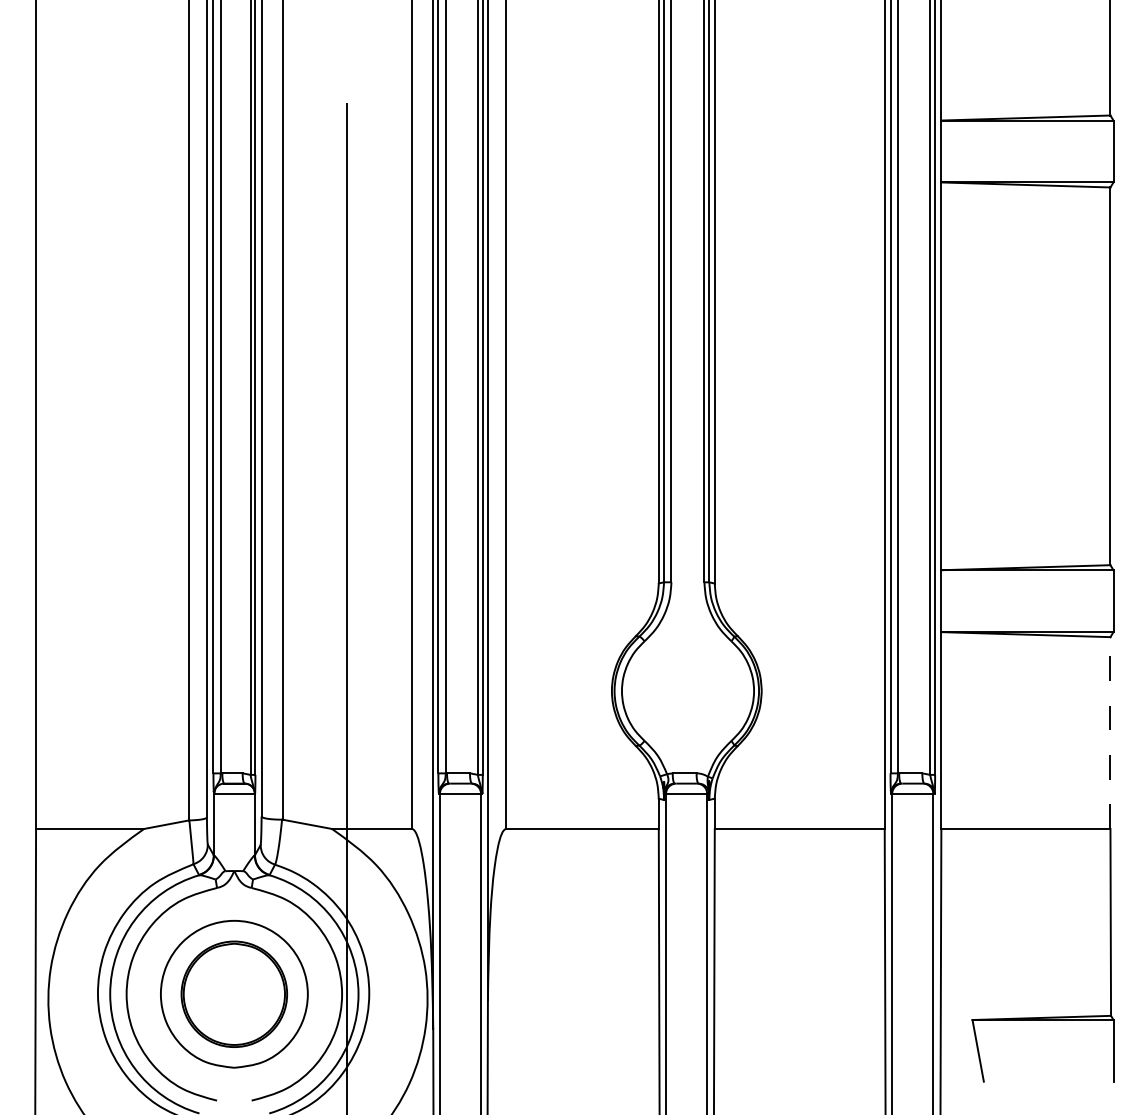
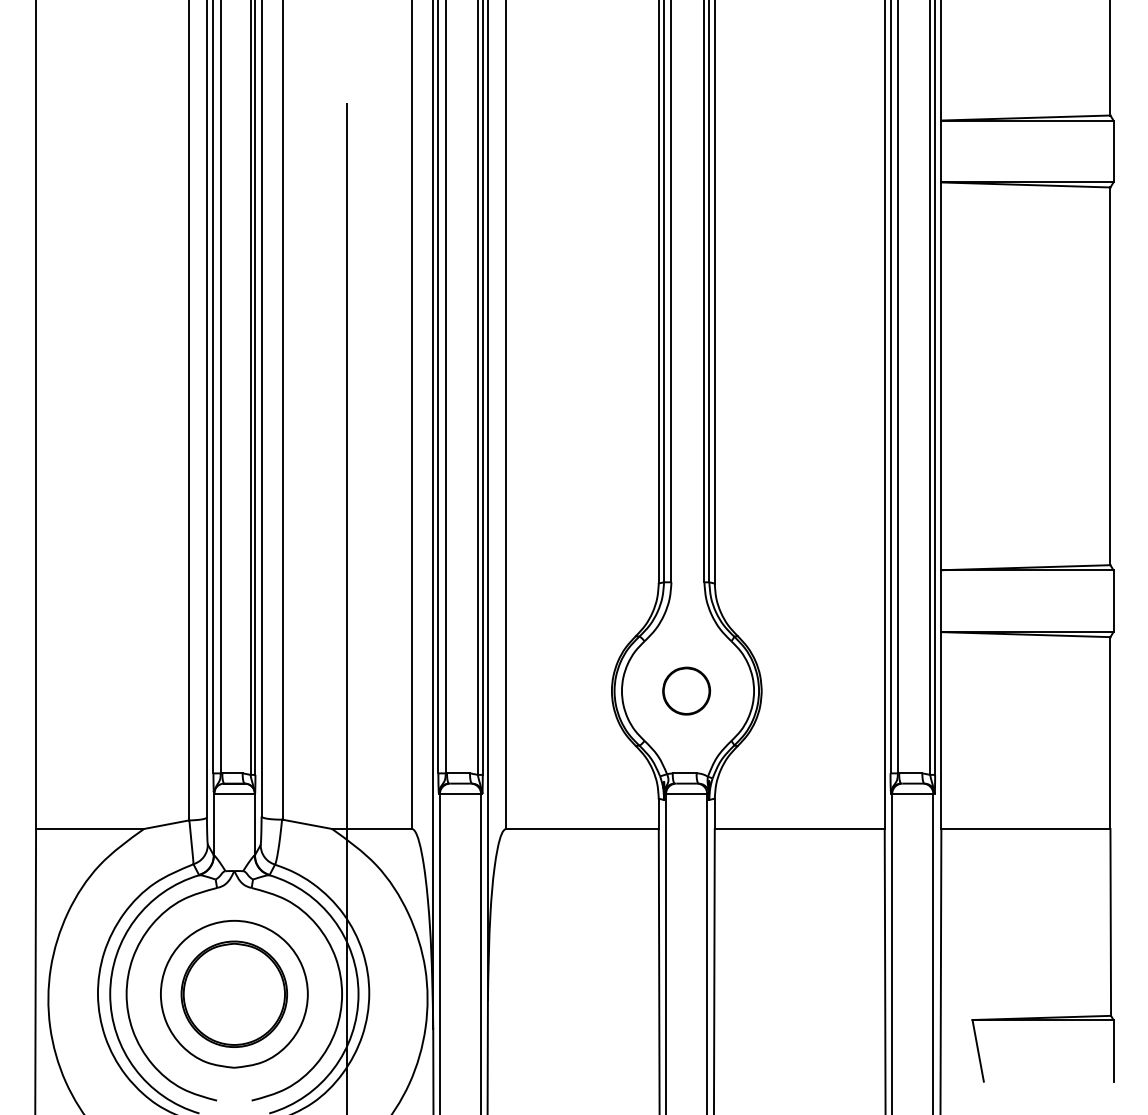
part at (686, 690): none -> present
line at (1110, 733): dashed -> solid
